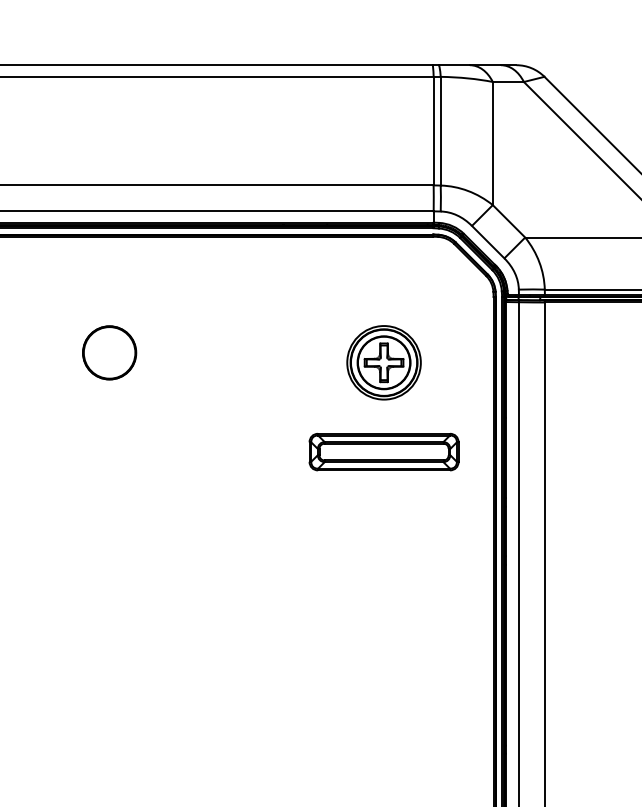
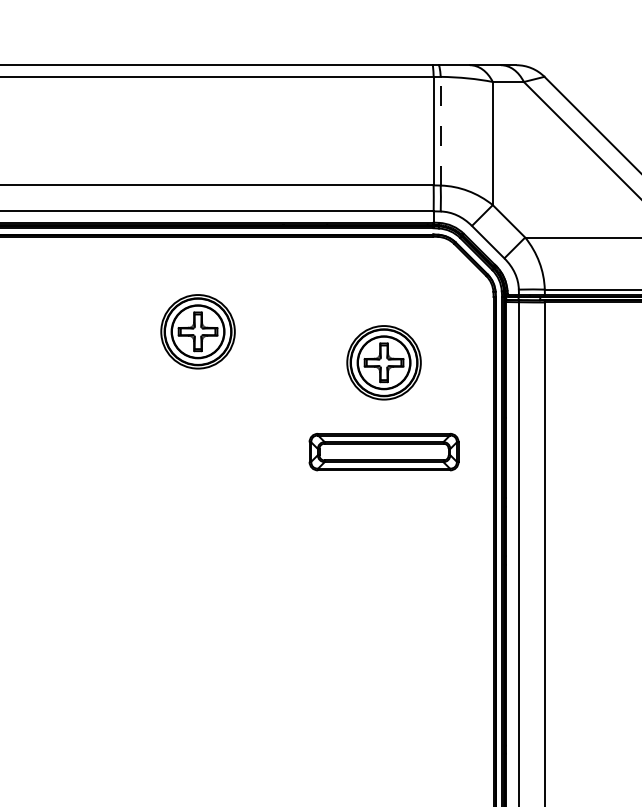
line at (440, 130): solid -> dashed
part at (197, 331): none -> present
circle at (109, 352): present -> none
